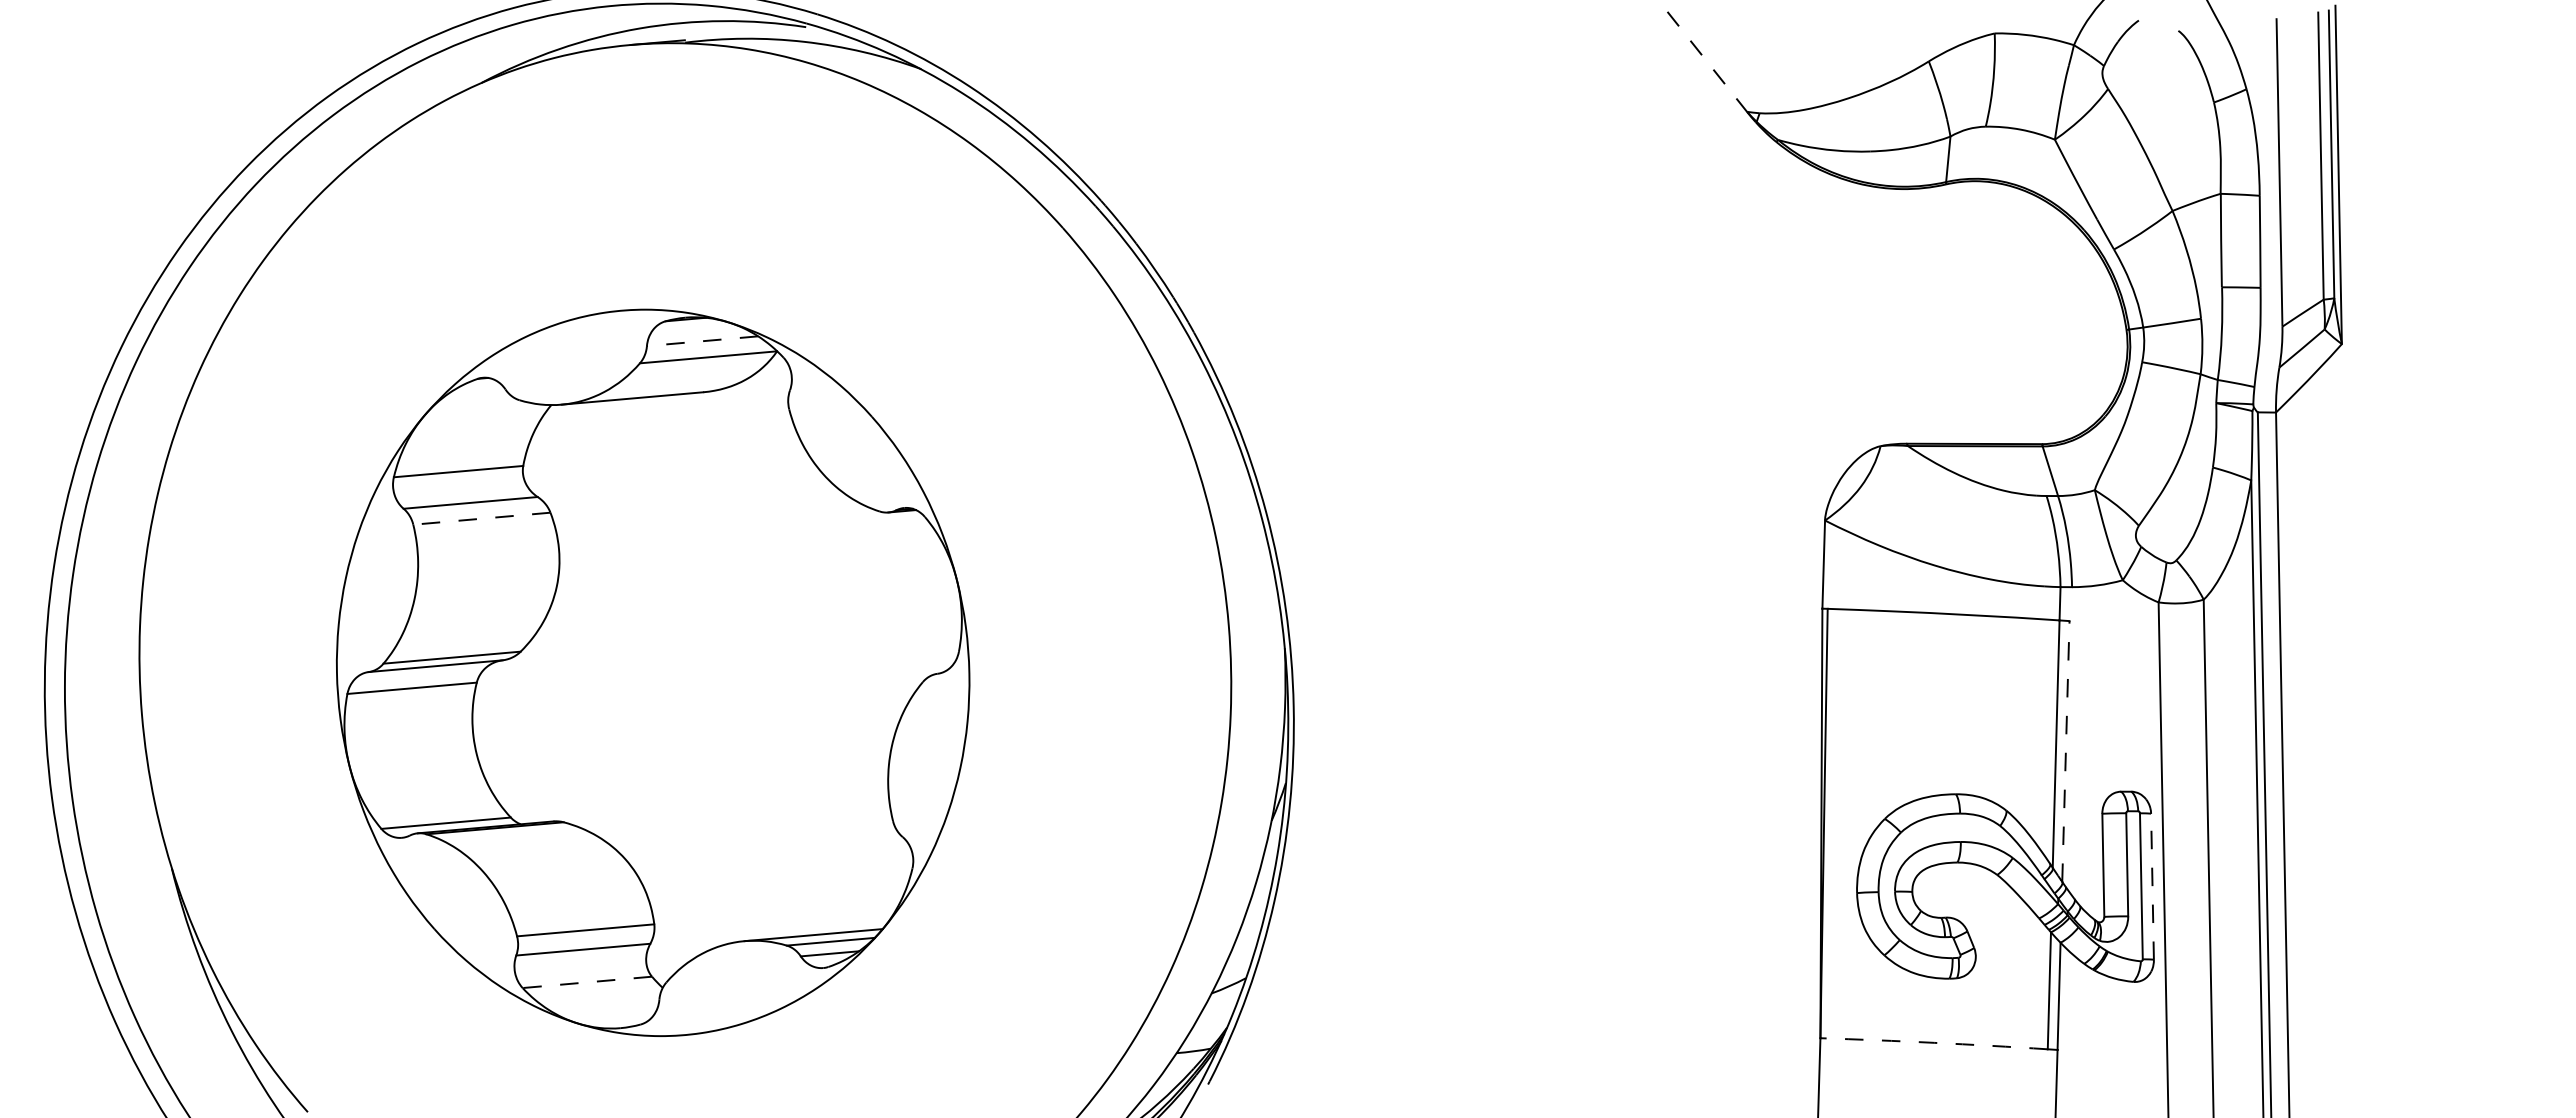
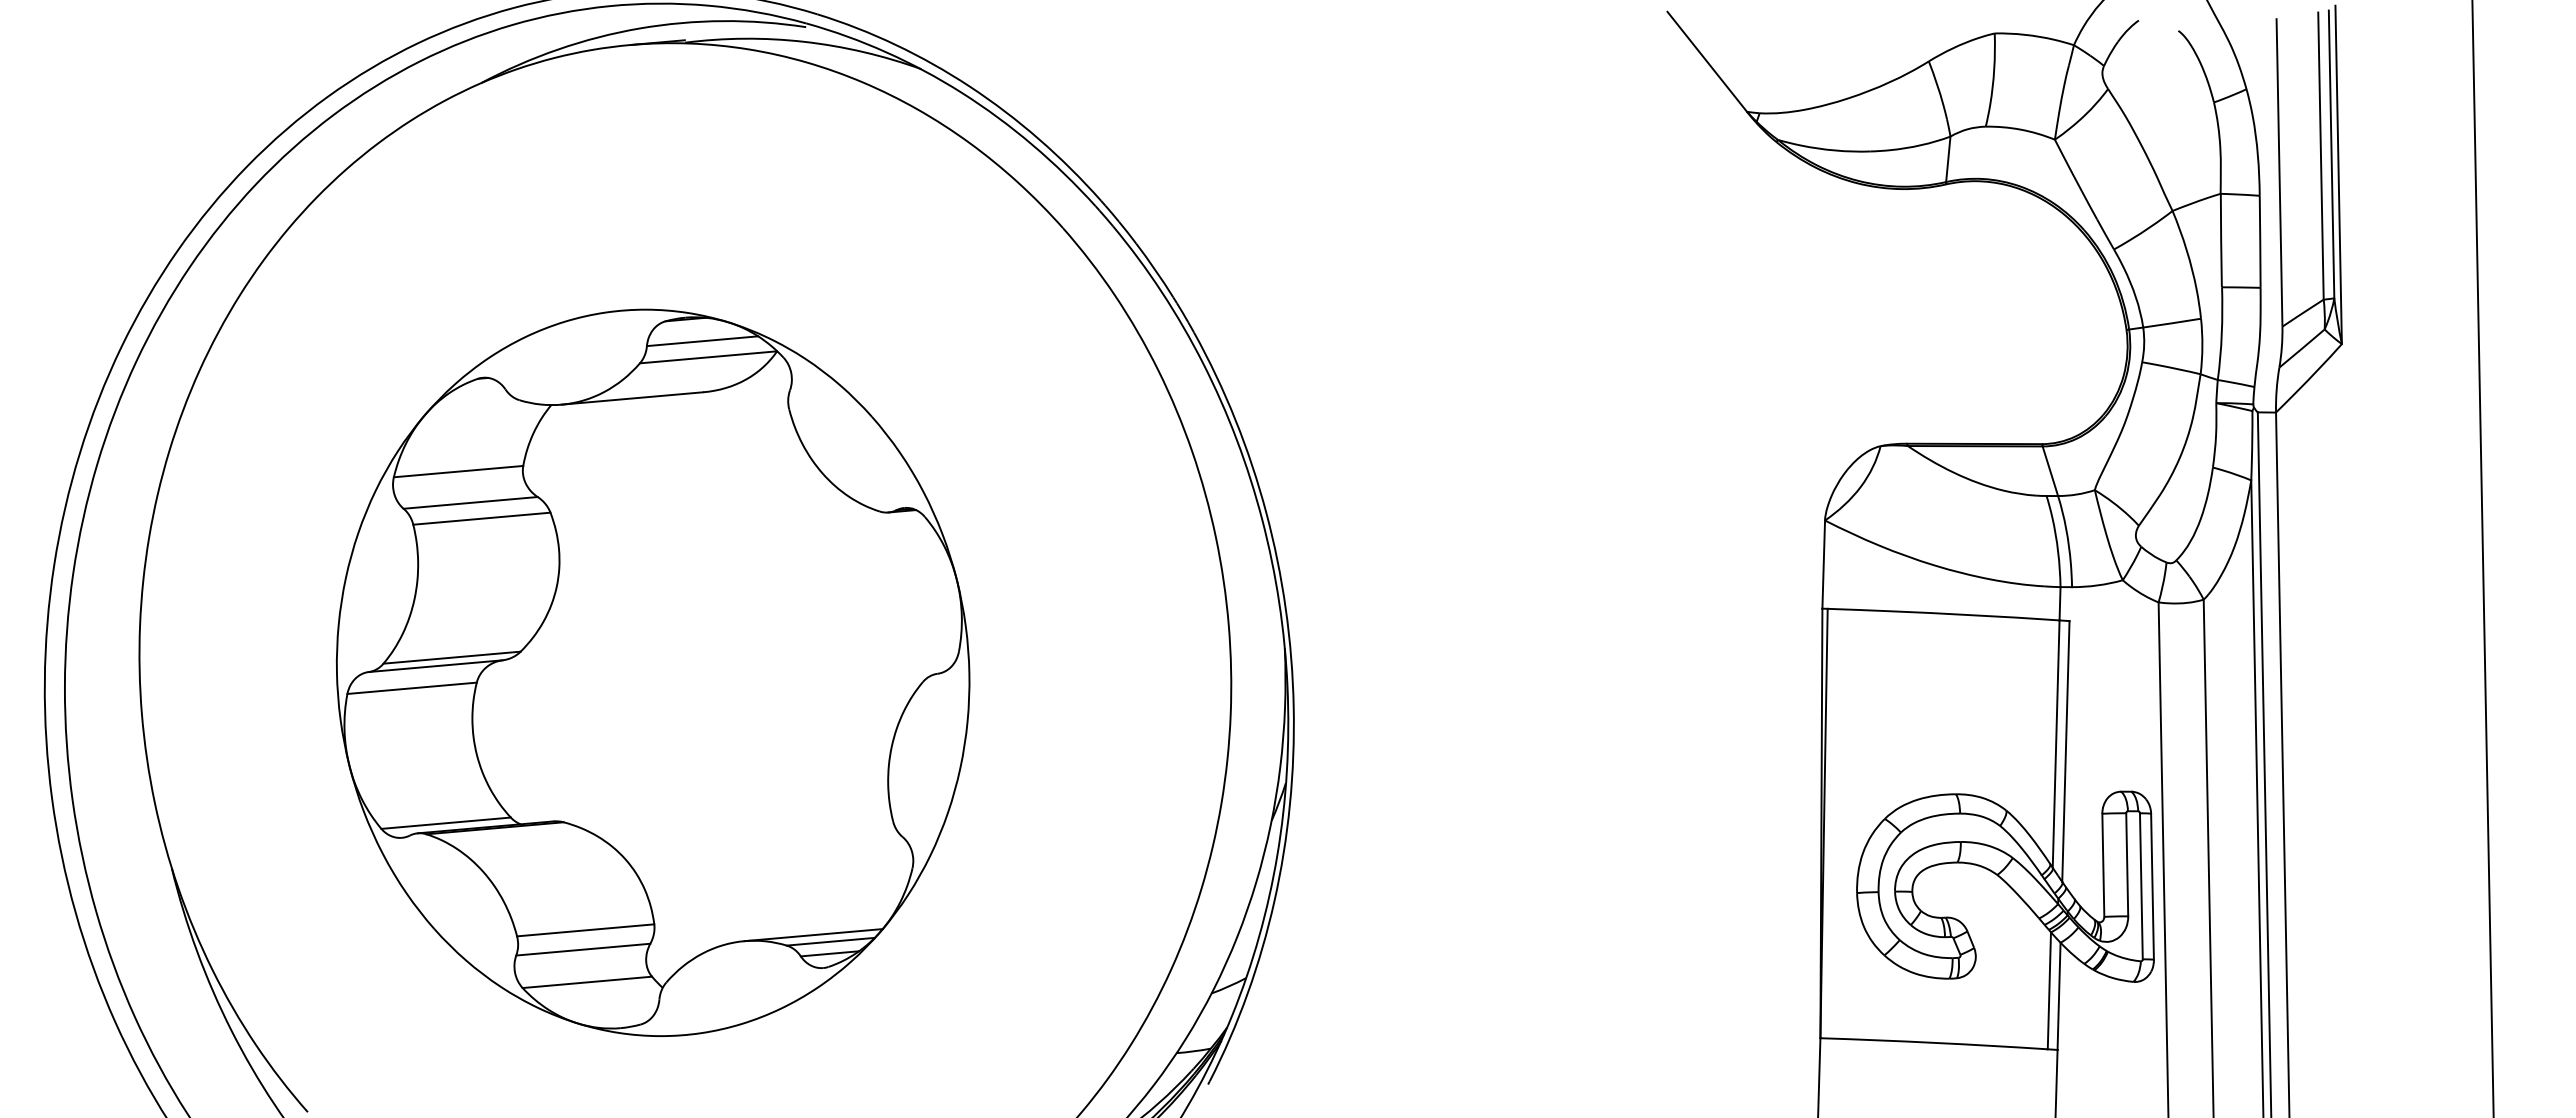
line at (1707, 61): dashed -> solid
line at (702, 341): dashed -> solid
line at (481, 518): dashed -> solid
line at (2482, 558): none -> present
line at (2065, 751): dashed -> solid
line at (2152, 886): dashed -> solid
line at (587, 982): dashed -> solid
arc at (1934, 1042): dashed -> solid
